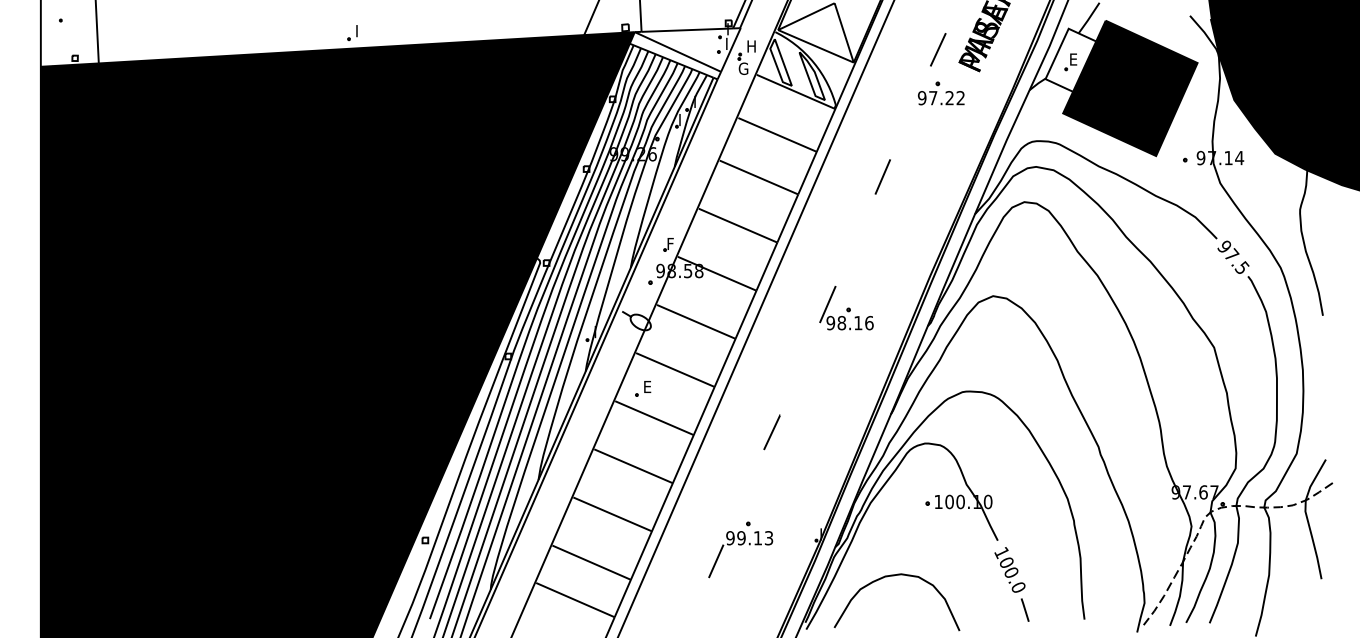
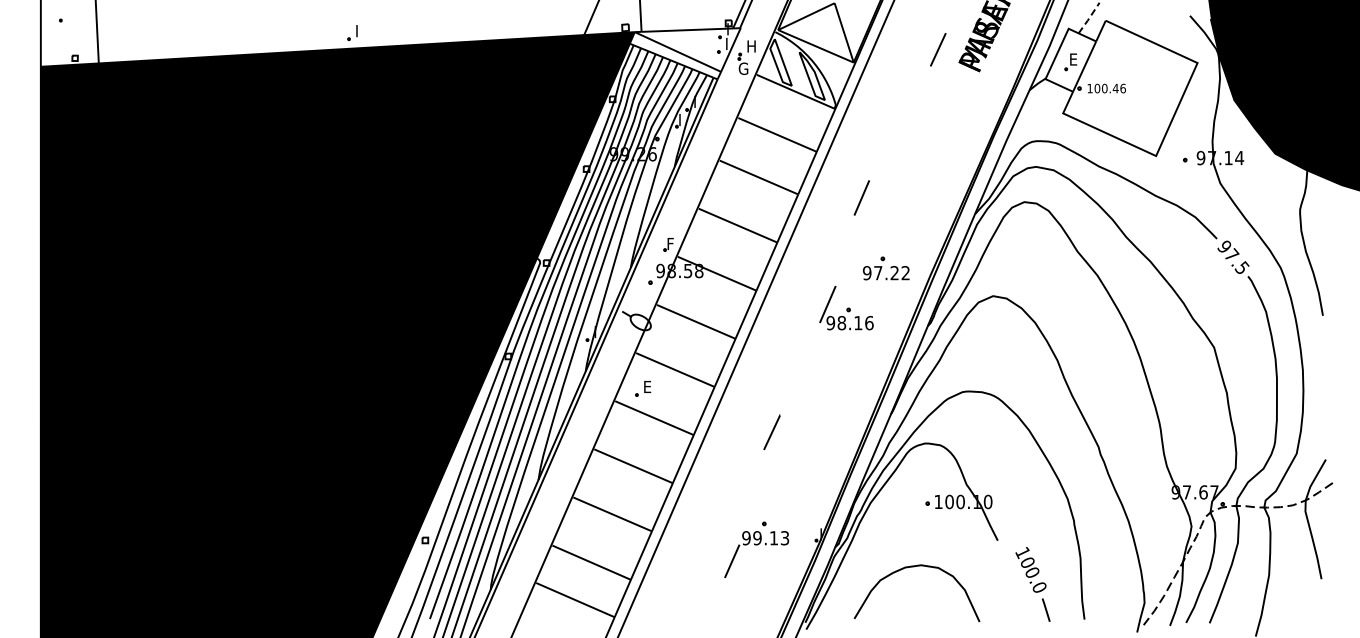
line at (1089, 18): solid -> dashed
fill at (1130, 88): present -> none
part at (941, 93) position: (941, 93) -> (886, 268)
line at (882, 176) position: (882, 176) -> (861, 197)
part at (740, 549) position: (740, 549) -> (756, 549)
curve at (894, 576) position: (894, 576) -> (914, 567)
part at (1011, 584) position: (1011, 584) -> (1032, 584)
